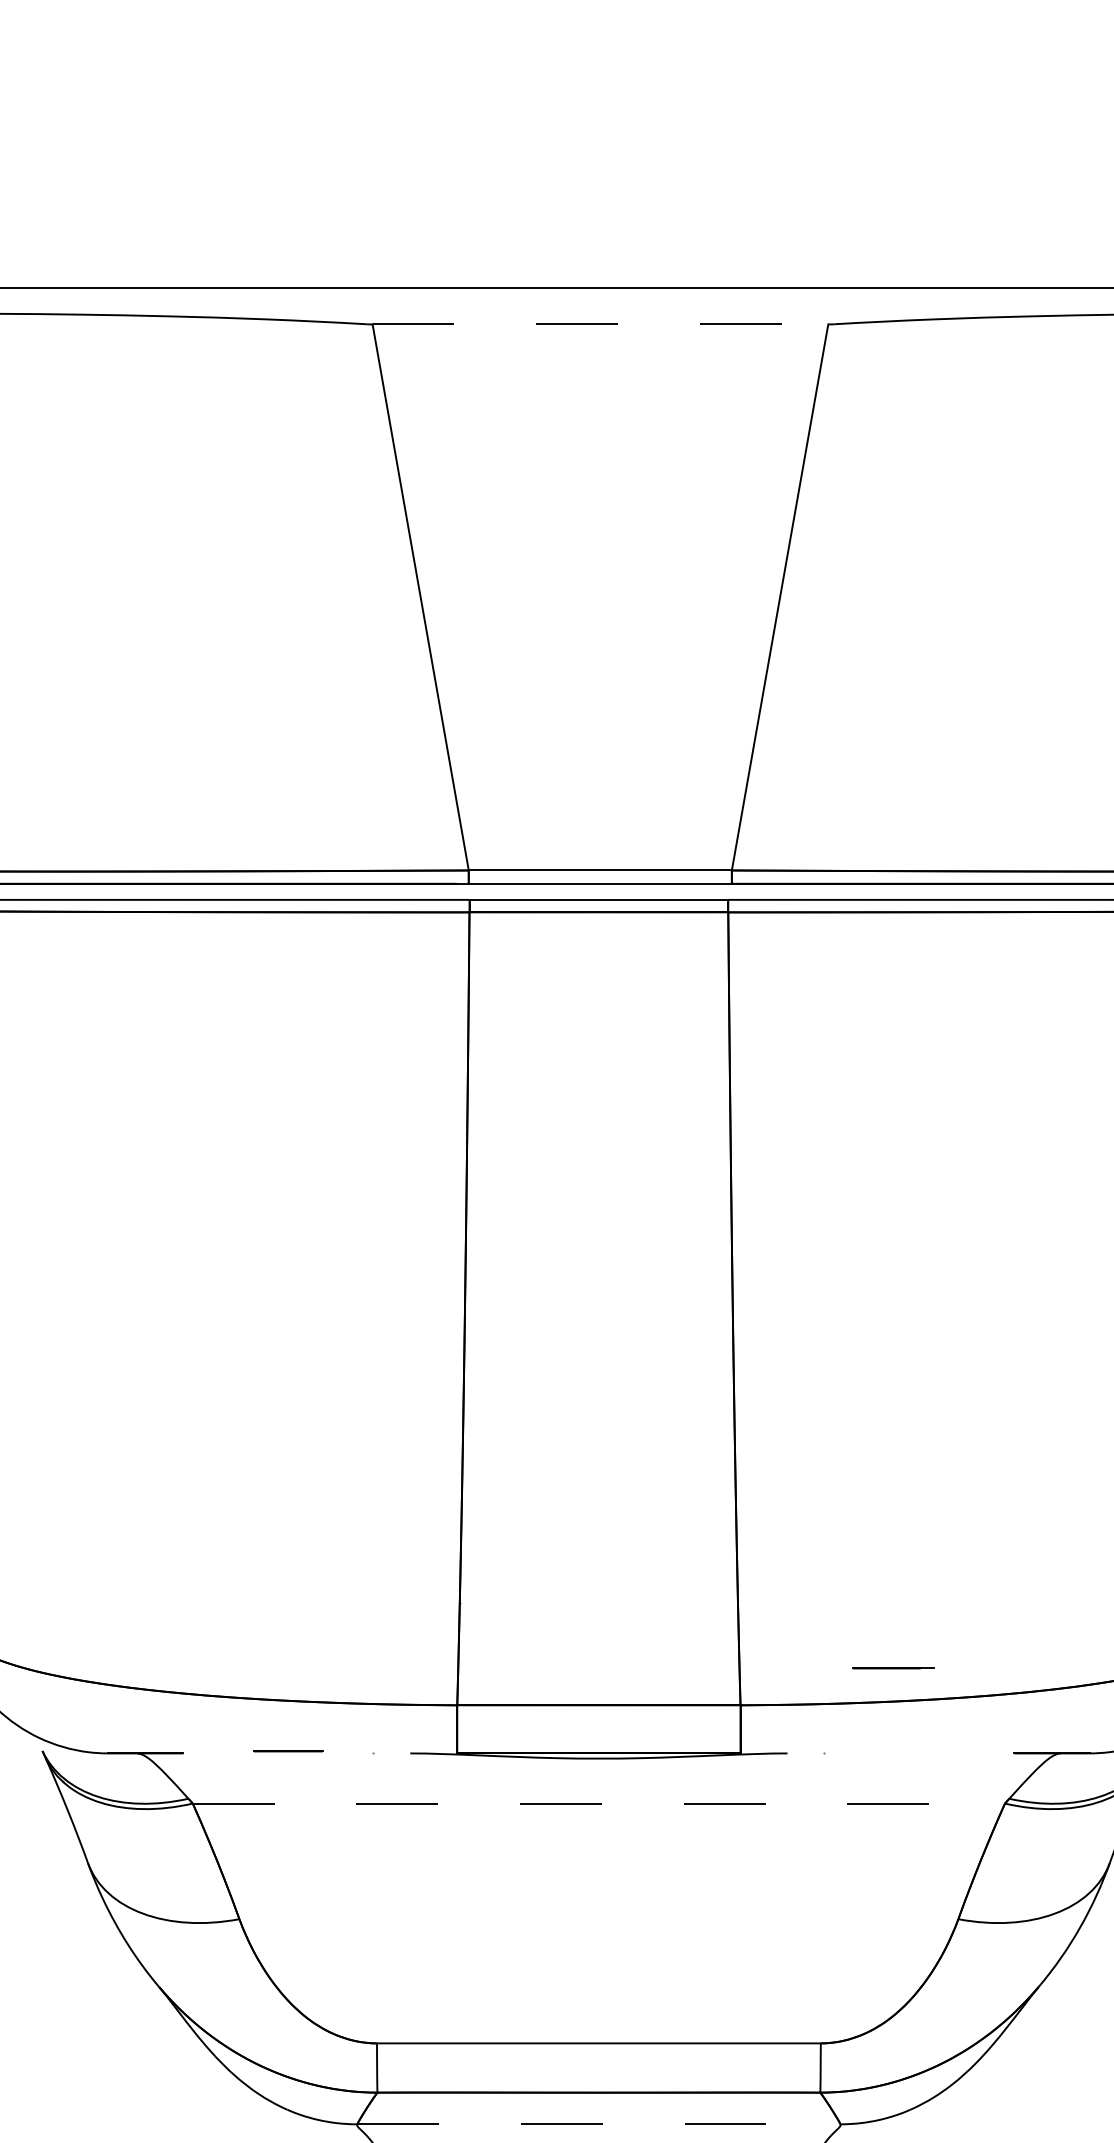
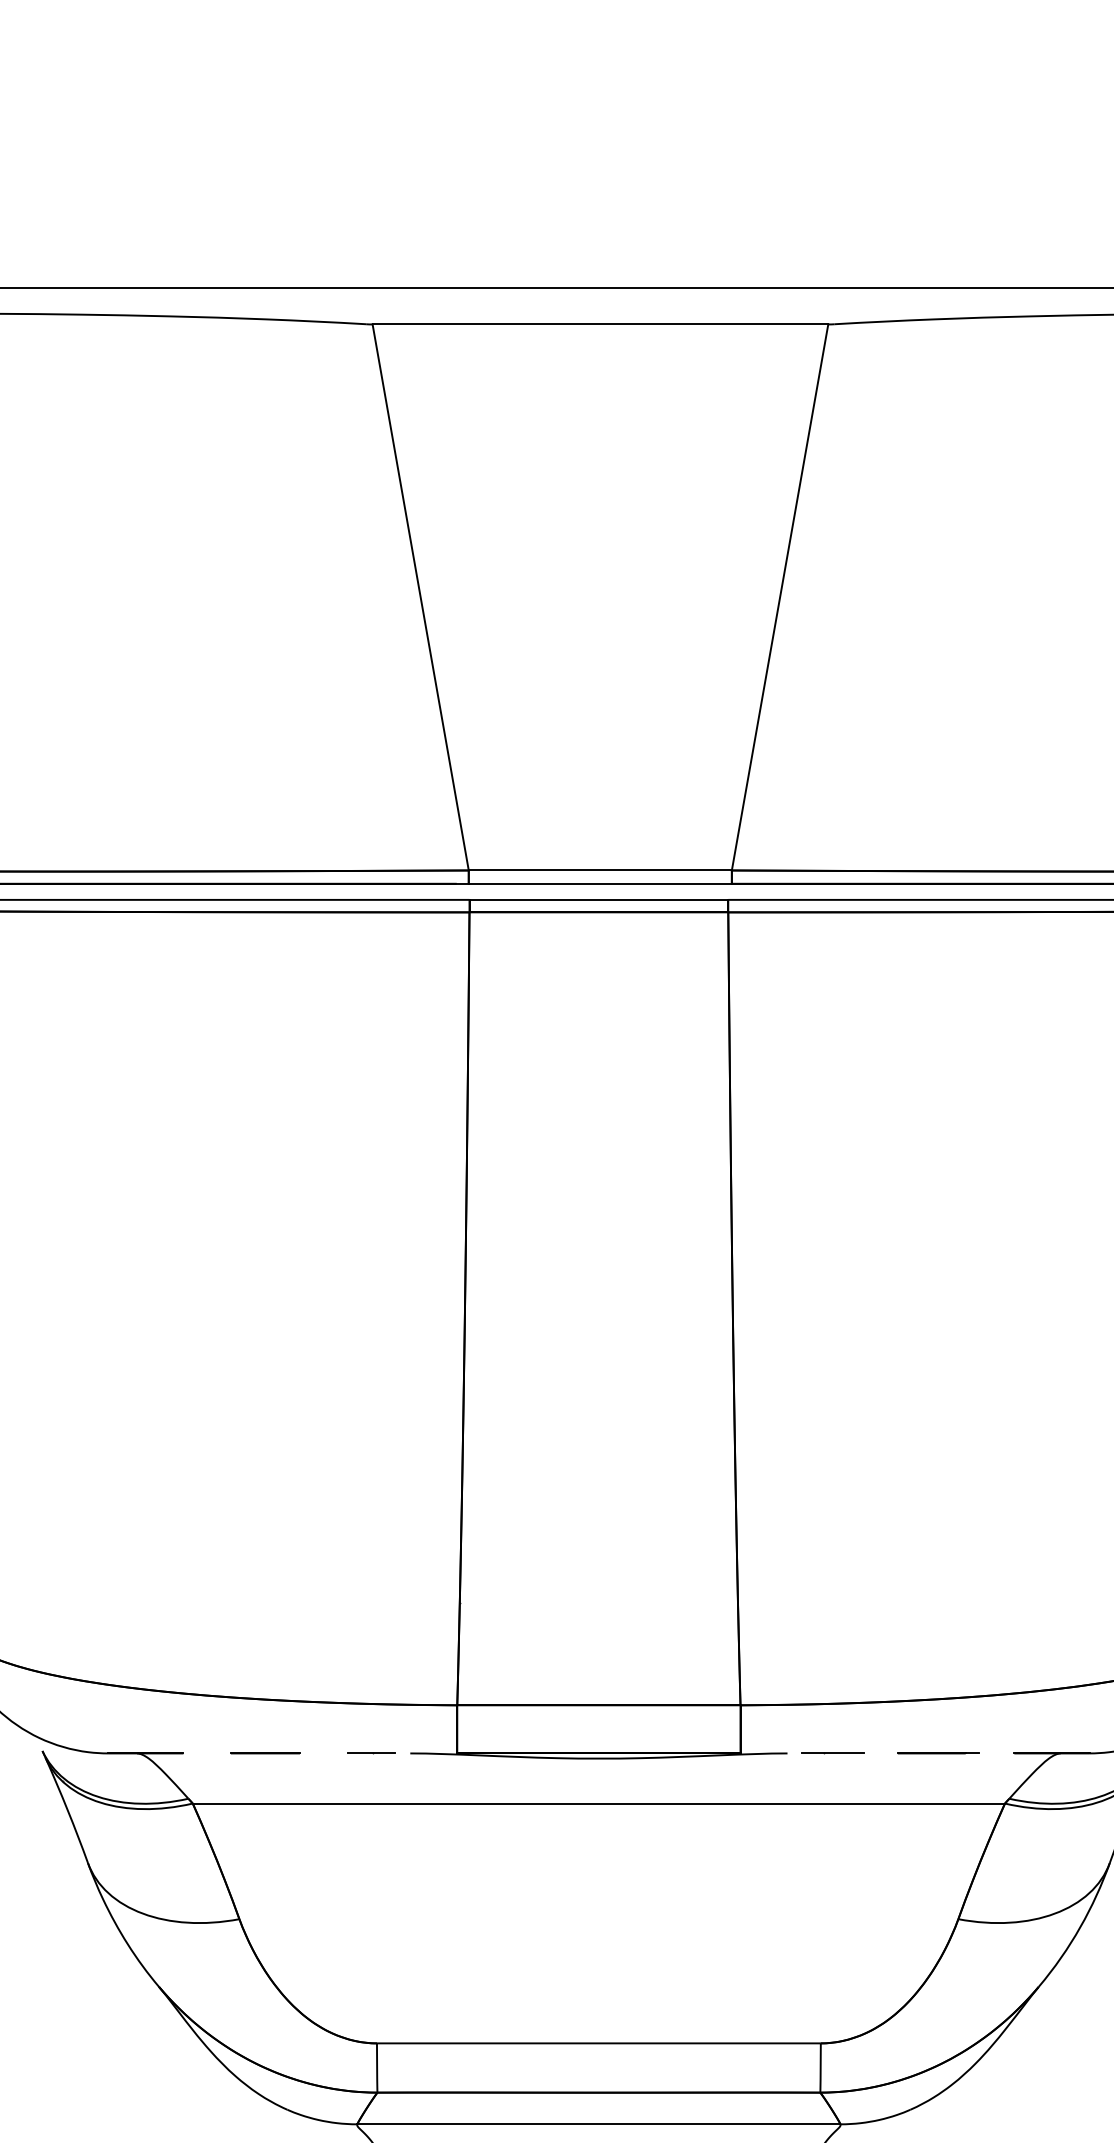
line at (600, 324): dashed -> solid
line at (893, 1668) position: (893, 1668) -> (938, 1753)
line at (288, 1751) position: (288, 1751) -> (265, 1753)
line at (371, 1753): none -> present
line at (832, 1753): none -> present
line at (599, 1803): dashed -> solid
line at (598, 2124): dashed -> solid
